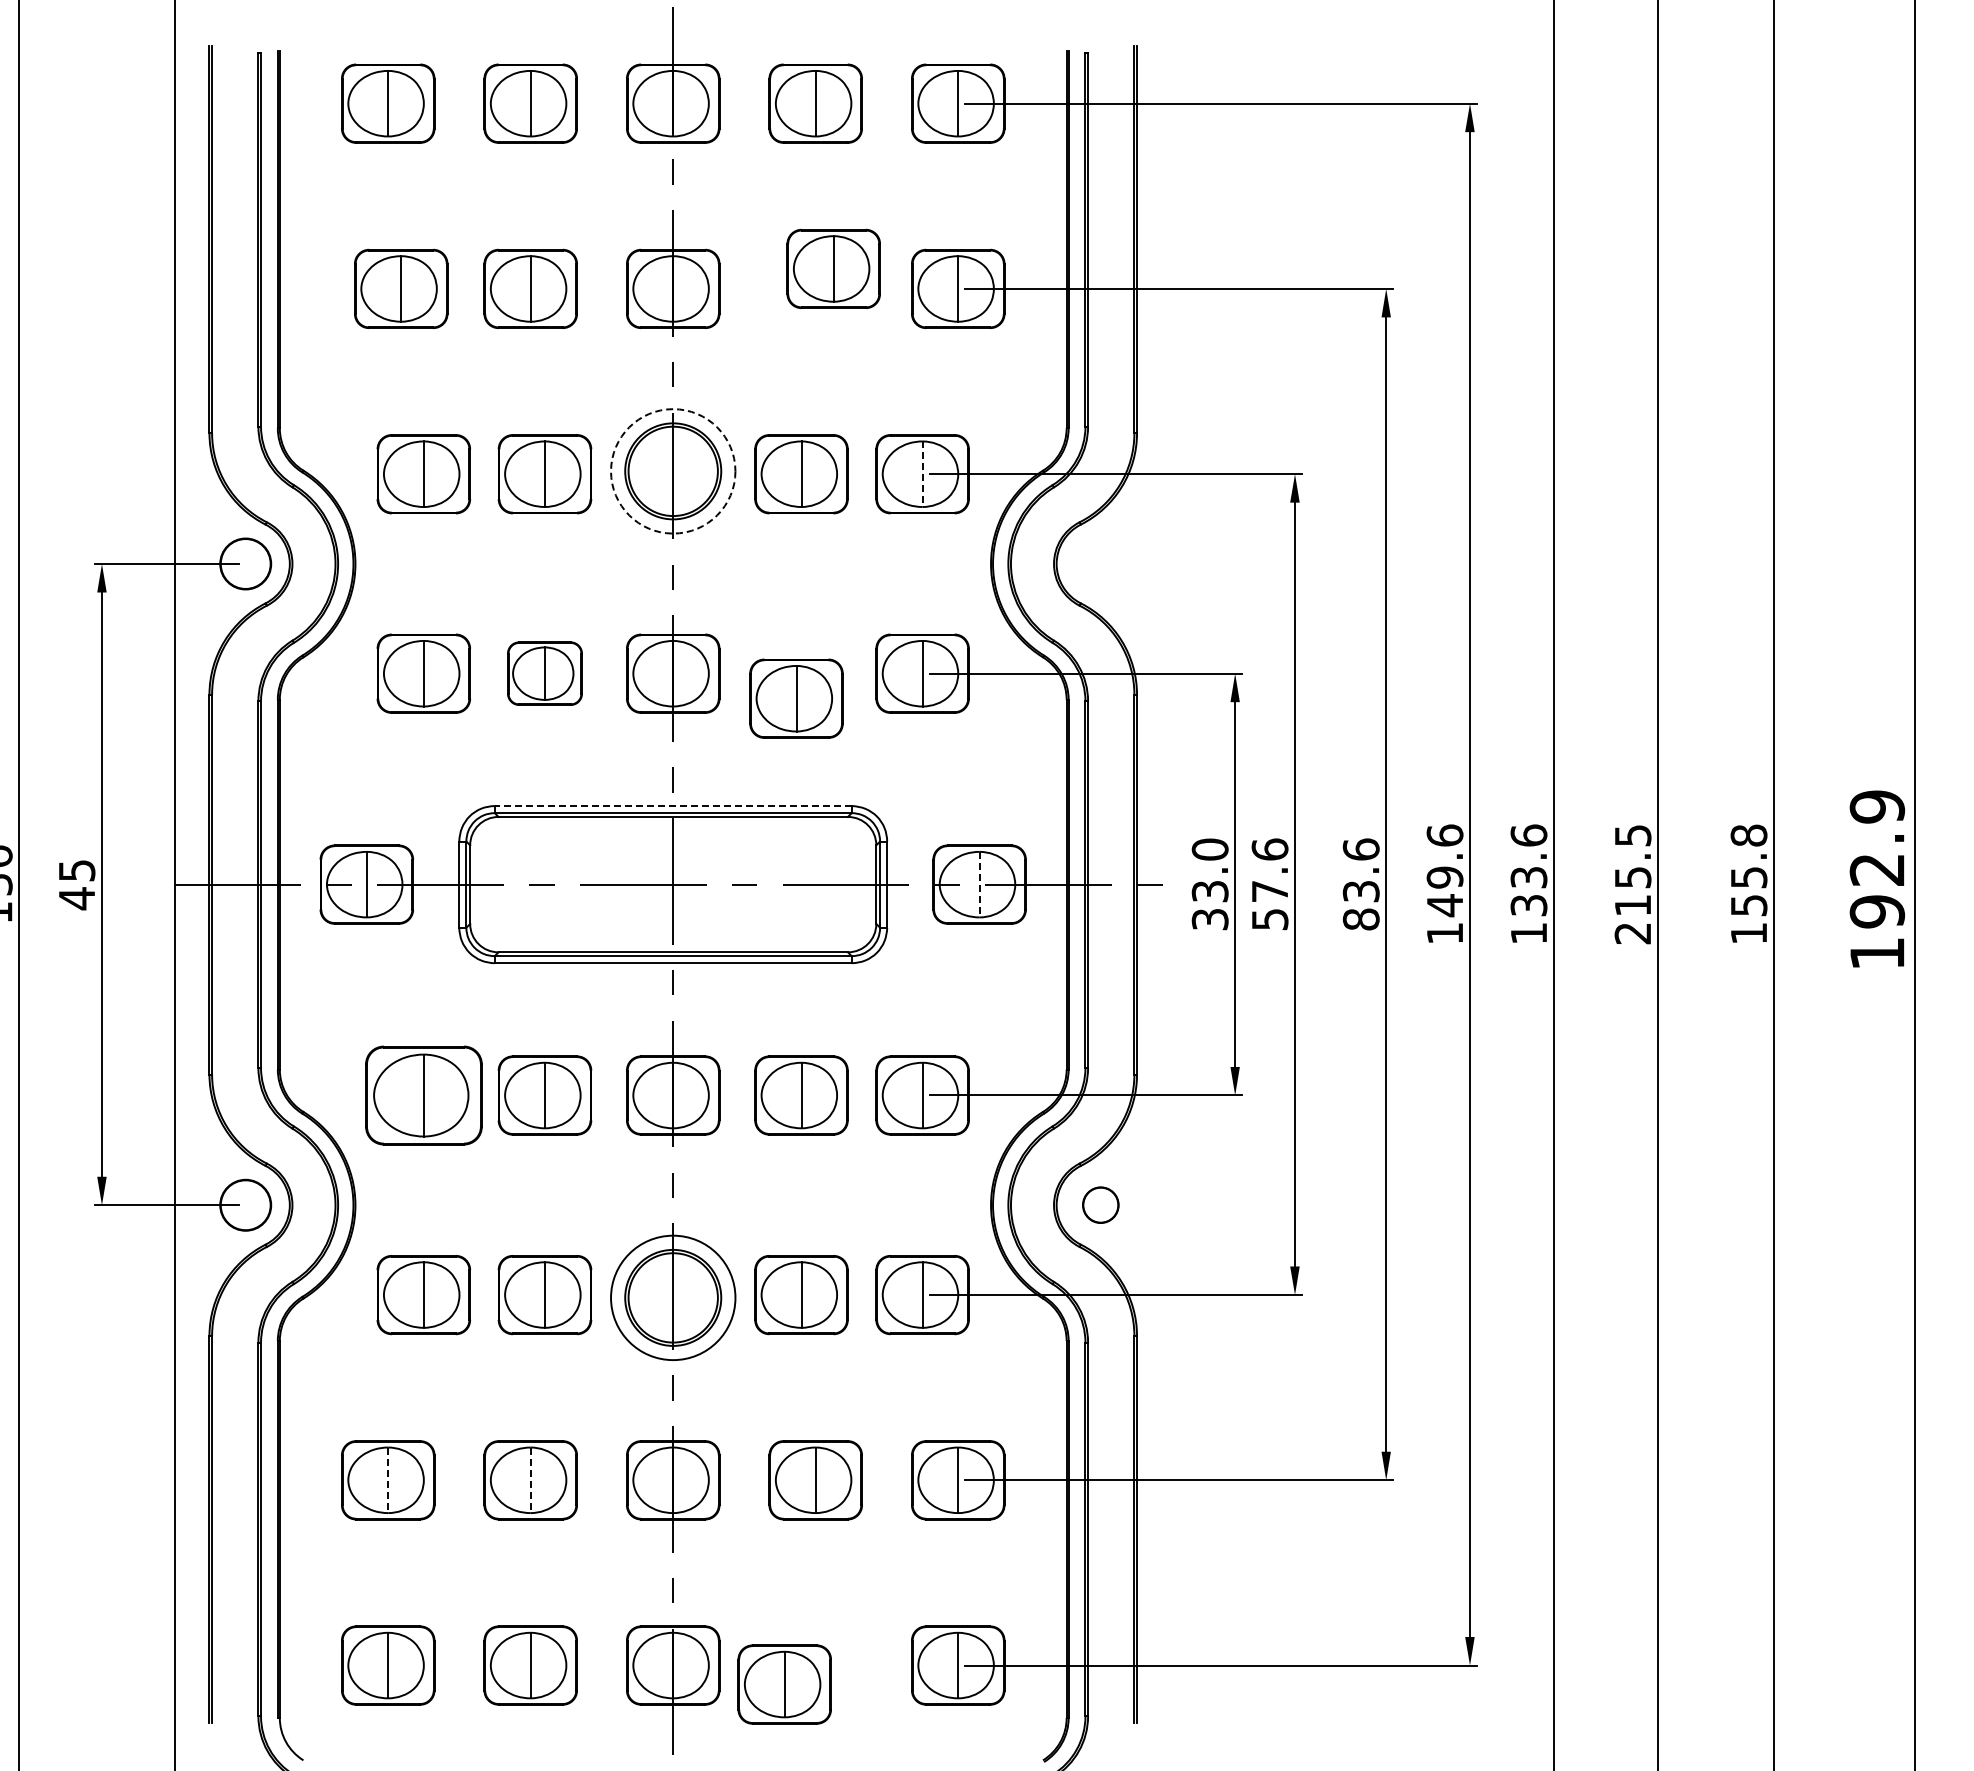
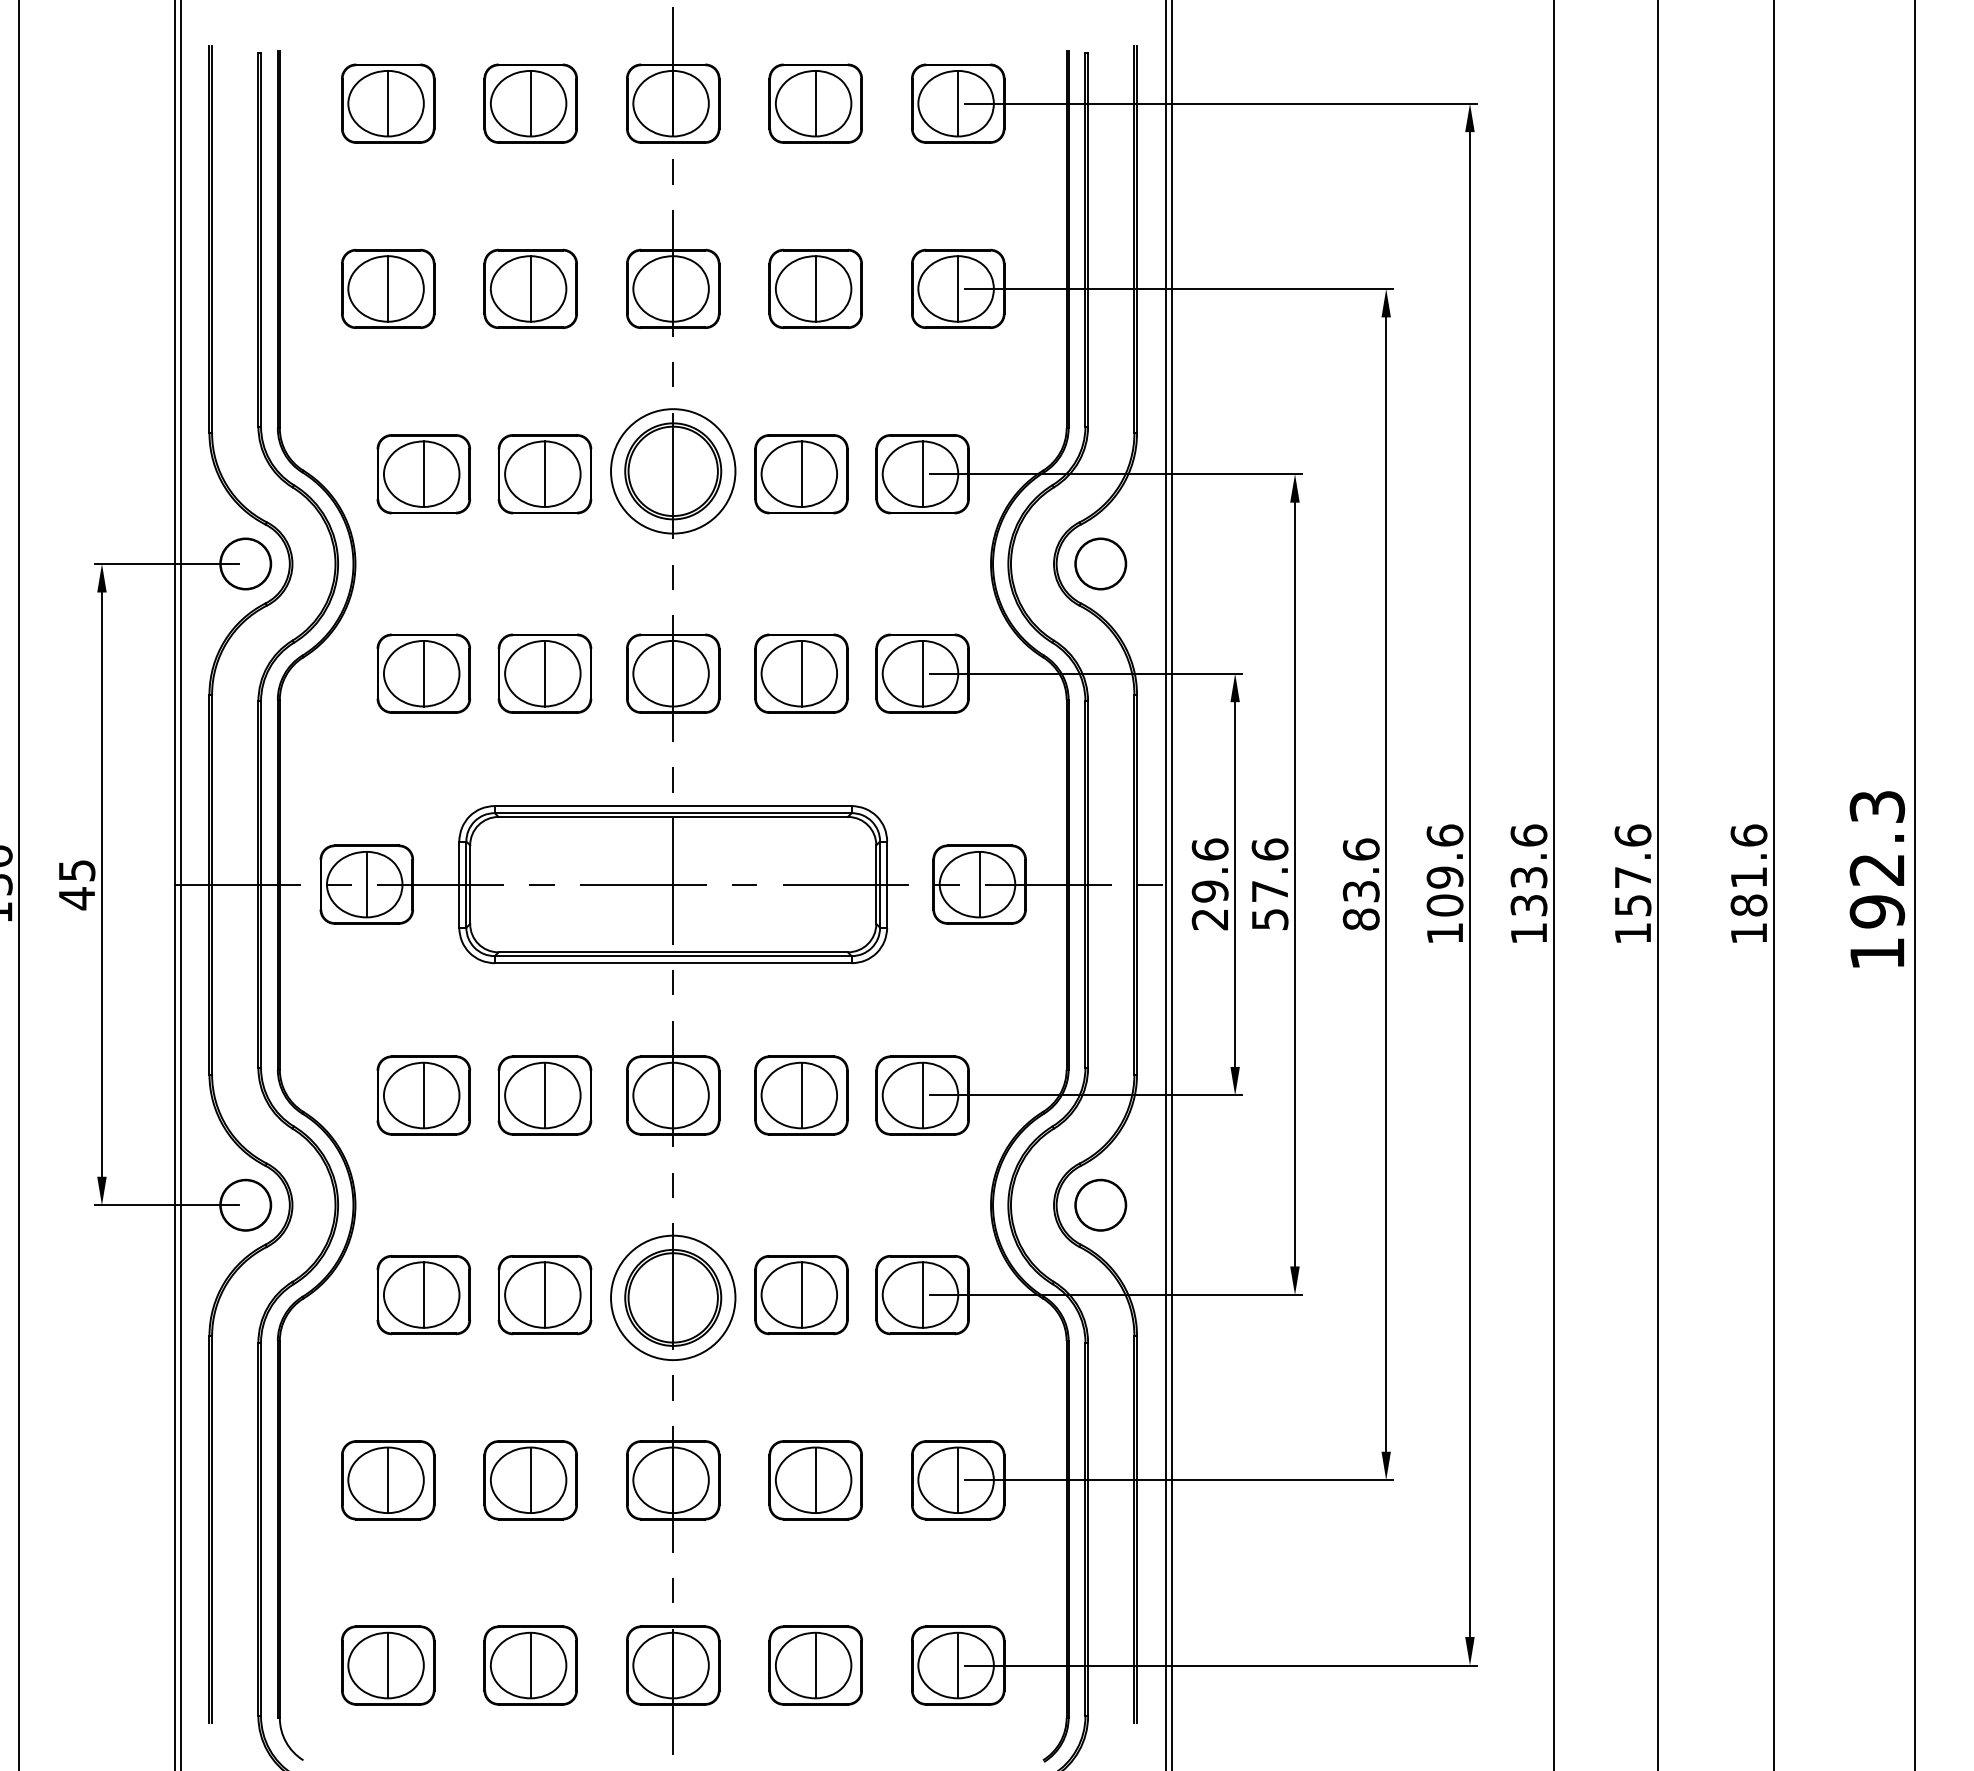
part at (833, 268) position: (833, 268) -> (815, 288)
part at (401, 288) position: (401, 288) -> (388, 288)
circle at (673, 471): dashed -> solid
line at (922, 474): dashed -> solid
part at (1100, 563): none -> present
part at (544, 673) size: 76x65 px -> 96x81 px
part at (796, 698) position: (796, 698) -> (801, 673)
line at (672, 806): dashed -> solid
text at (1876, 806): 192.9 -> 192.3
text at (1748, 870): 155.8 -> 181.6
line at (180, 884): none -> present
line at (979, 884): dashed -> solid
line at (1165, 884): none -> present
line at (1171, 884): none -> present
text at (1209, 884): 33.0 -> 29.6
text at (1632, 884): 215.5 -> 157.6
text at (1444, 905): 149.6 -> 109.6
part at (423, 1095) size: 118x101 px -> 95x81 px
part at (1100, 1204) size: 38x38 px -> 54x54 px
line at (388, 1480): dashed -> solid
line at (530, 1480): dashed -> solid
part at (784, 1684) position: (784, 1684) -> (815, 1665)
